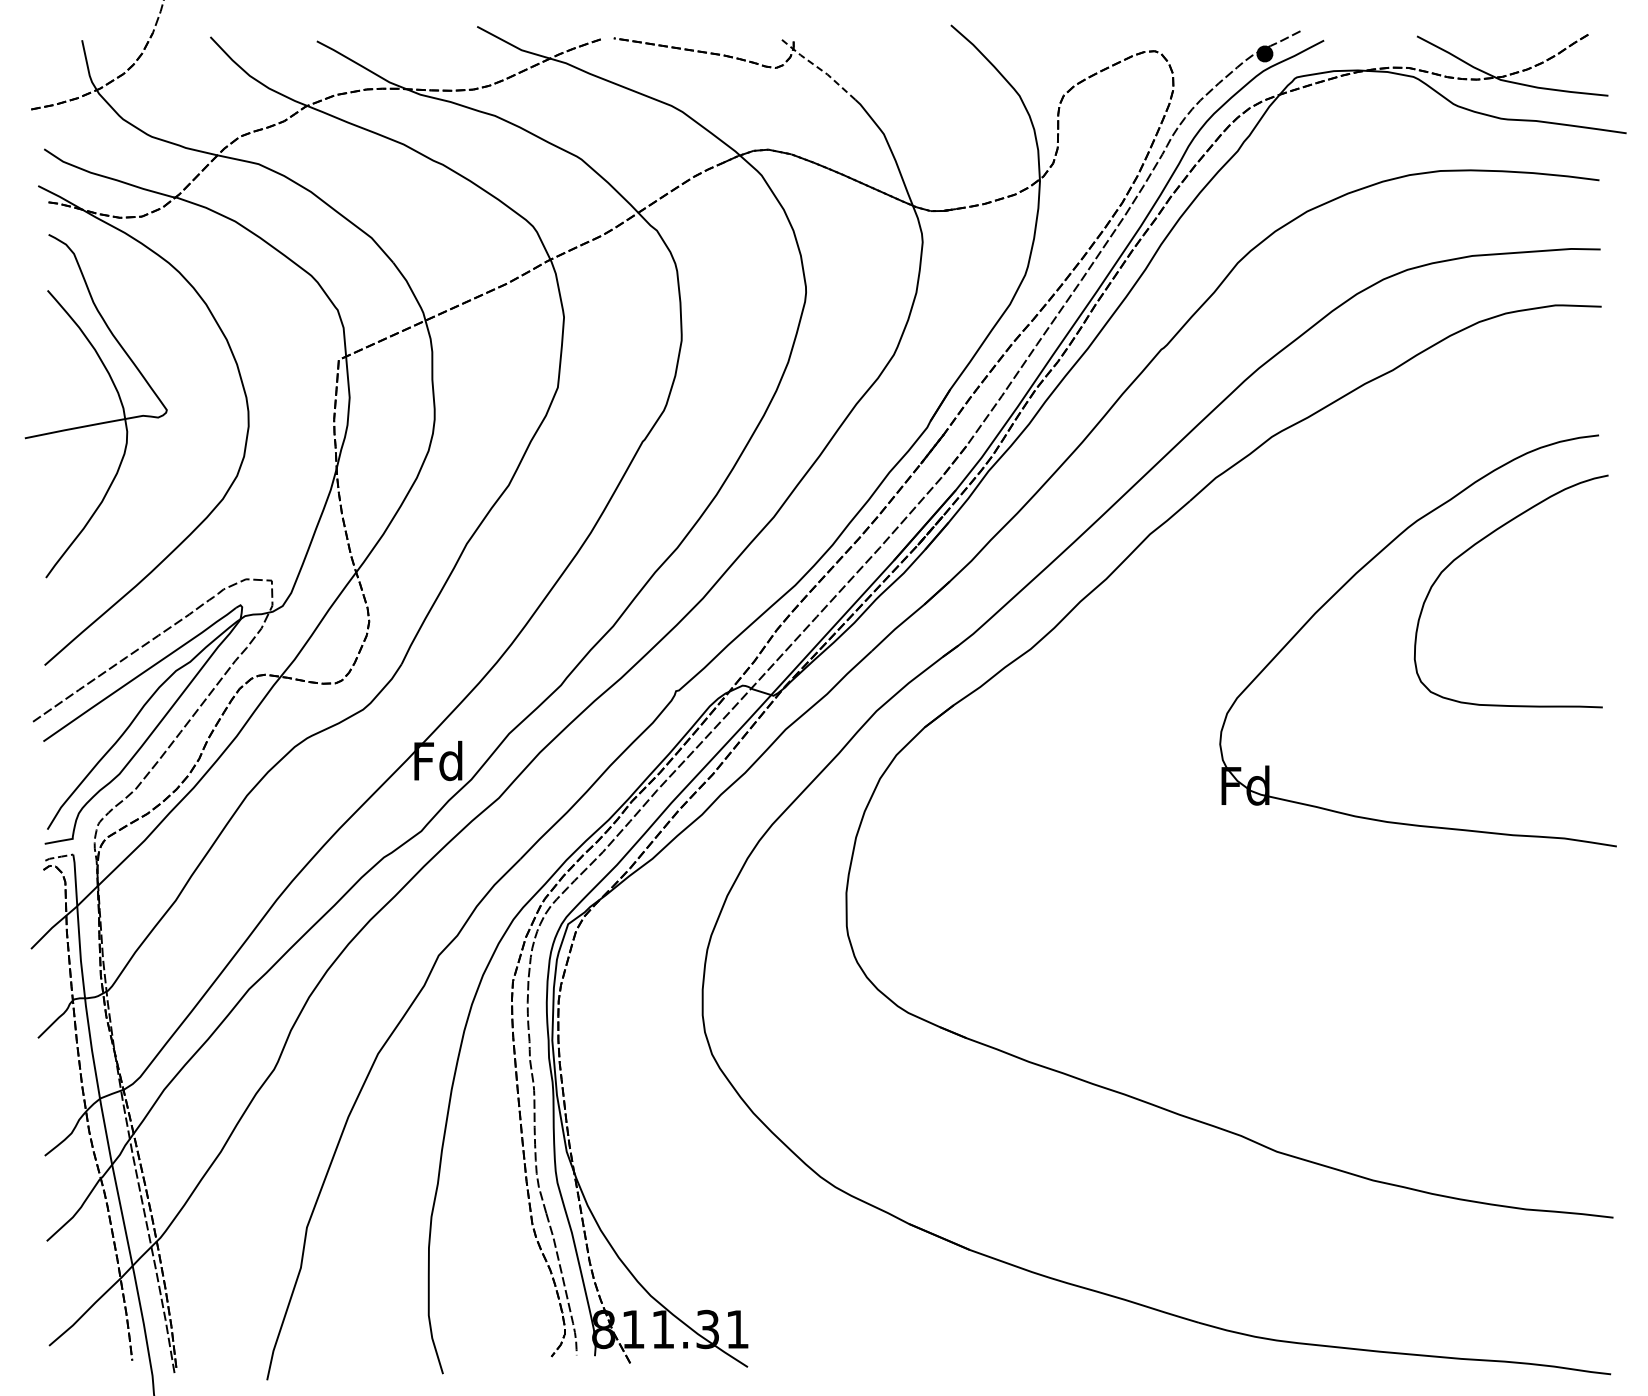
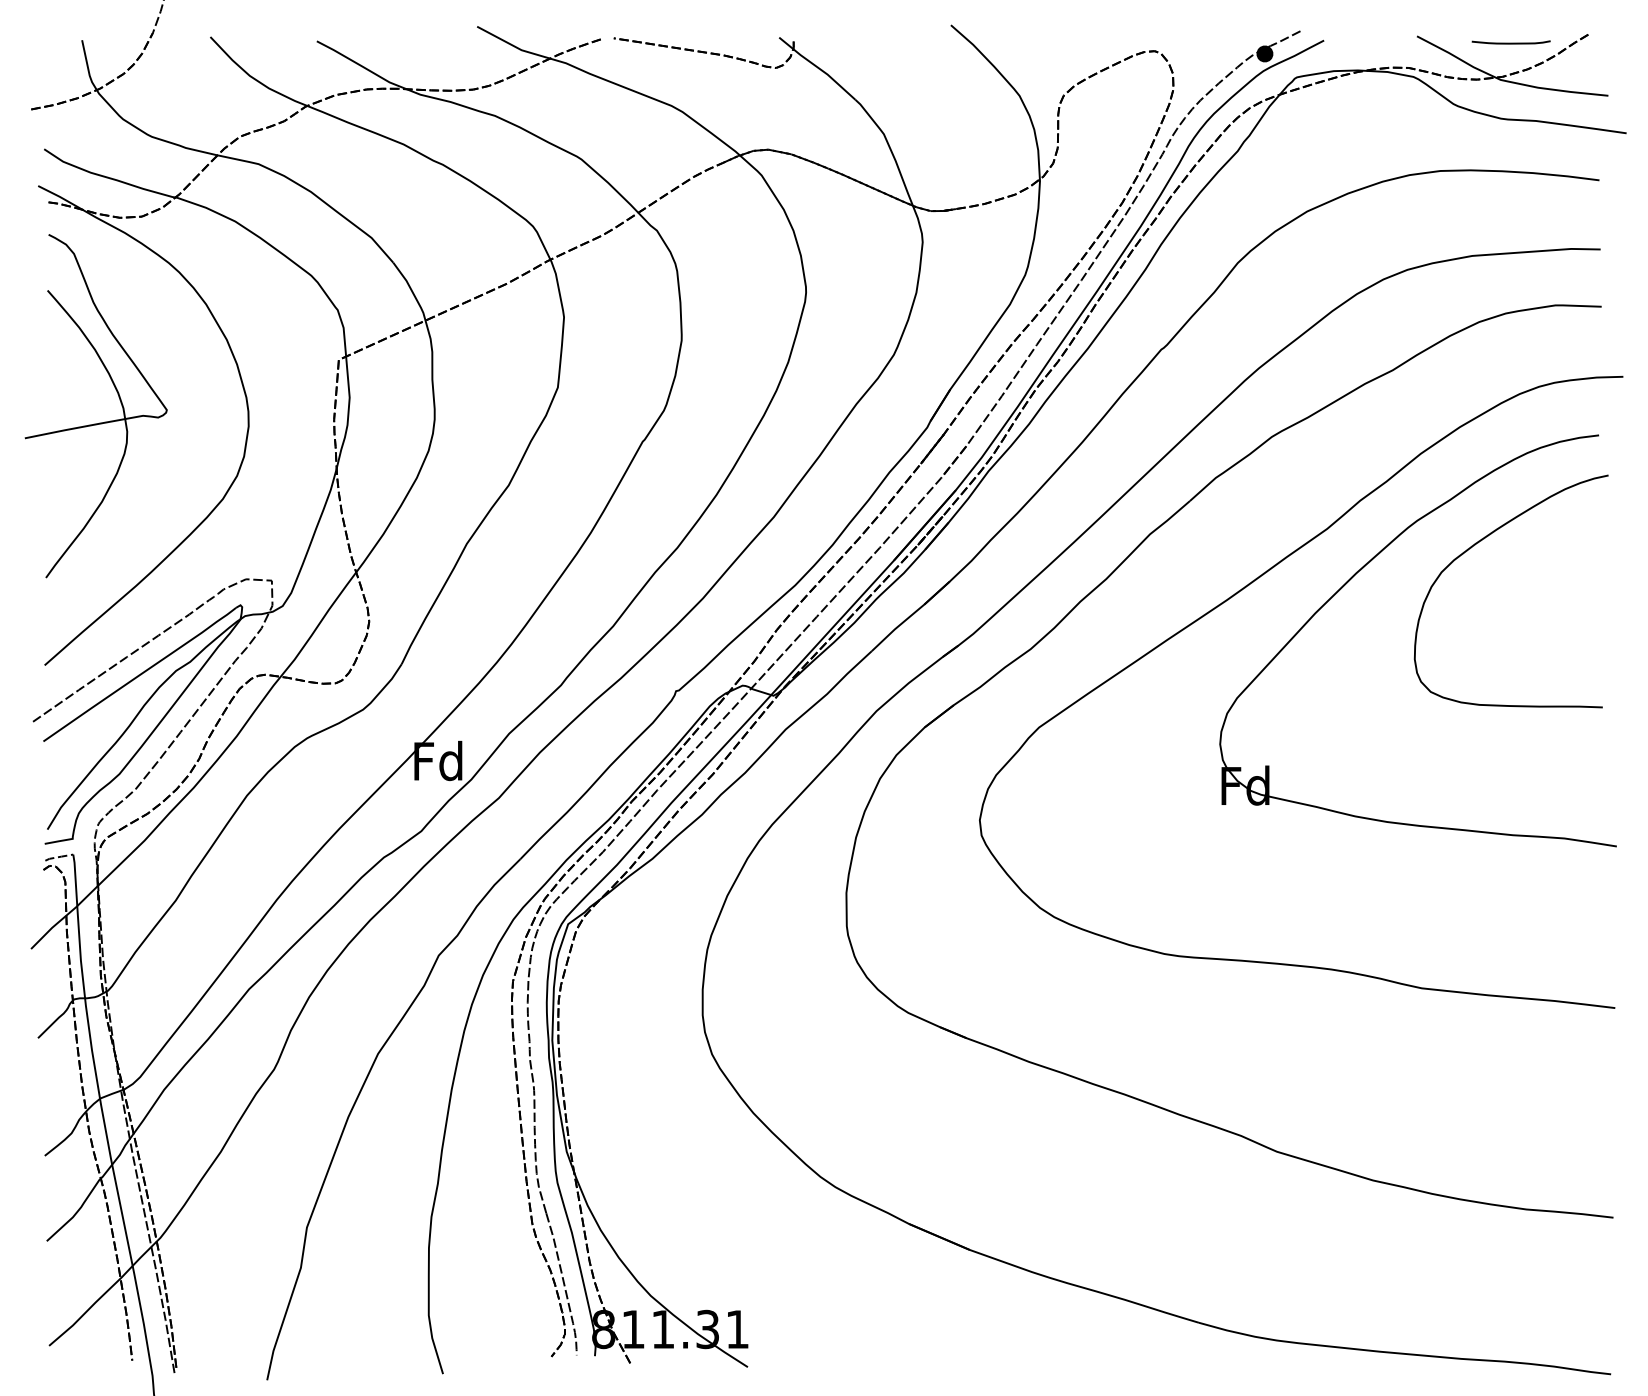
curve at (1510, 42): none -> present
line at (818, 67): dashed -> solid
curve at (1231, 598): none -> present
